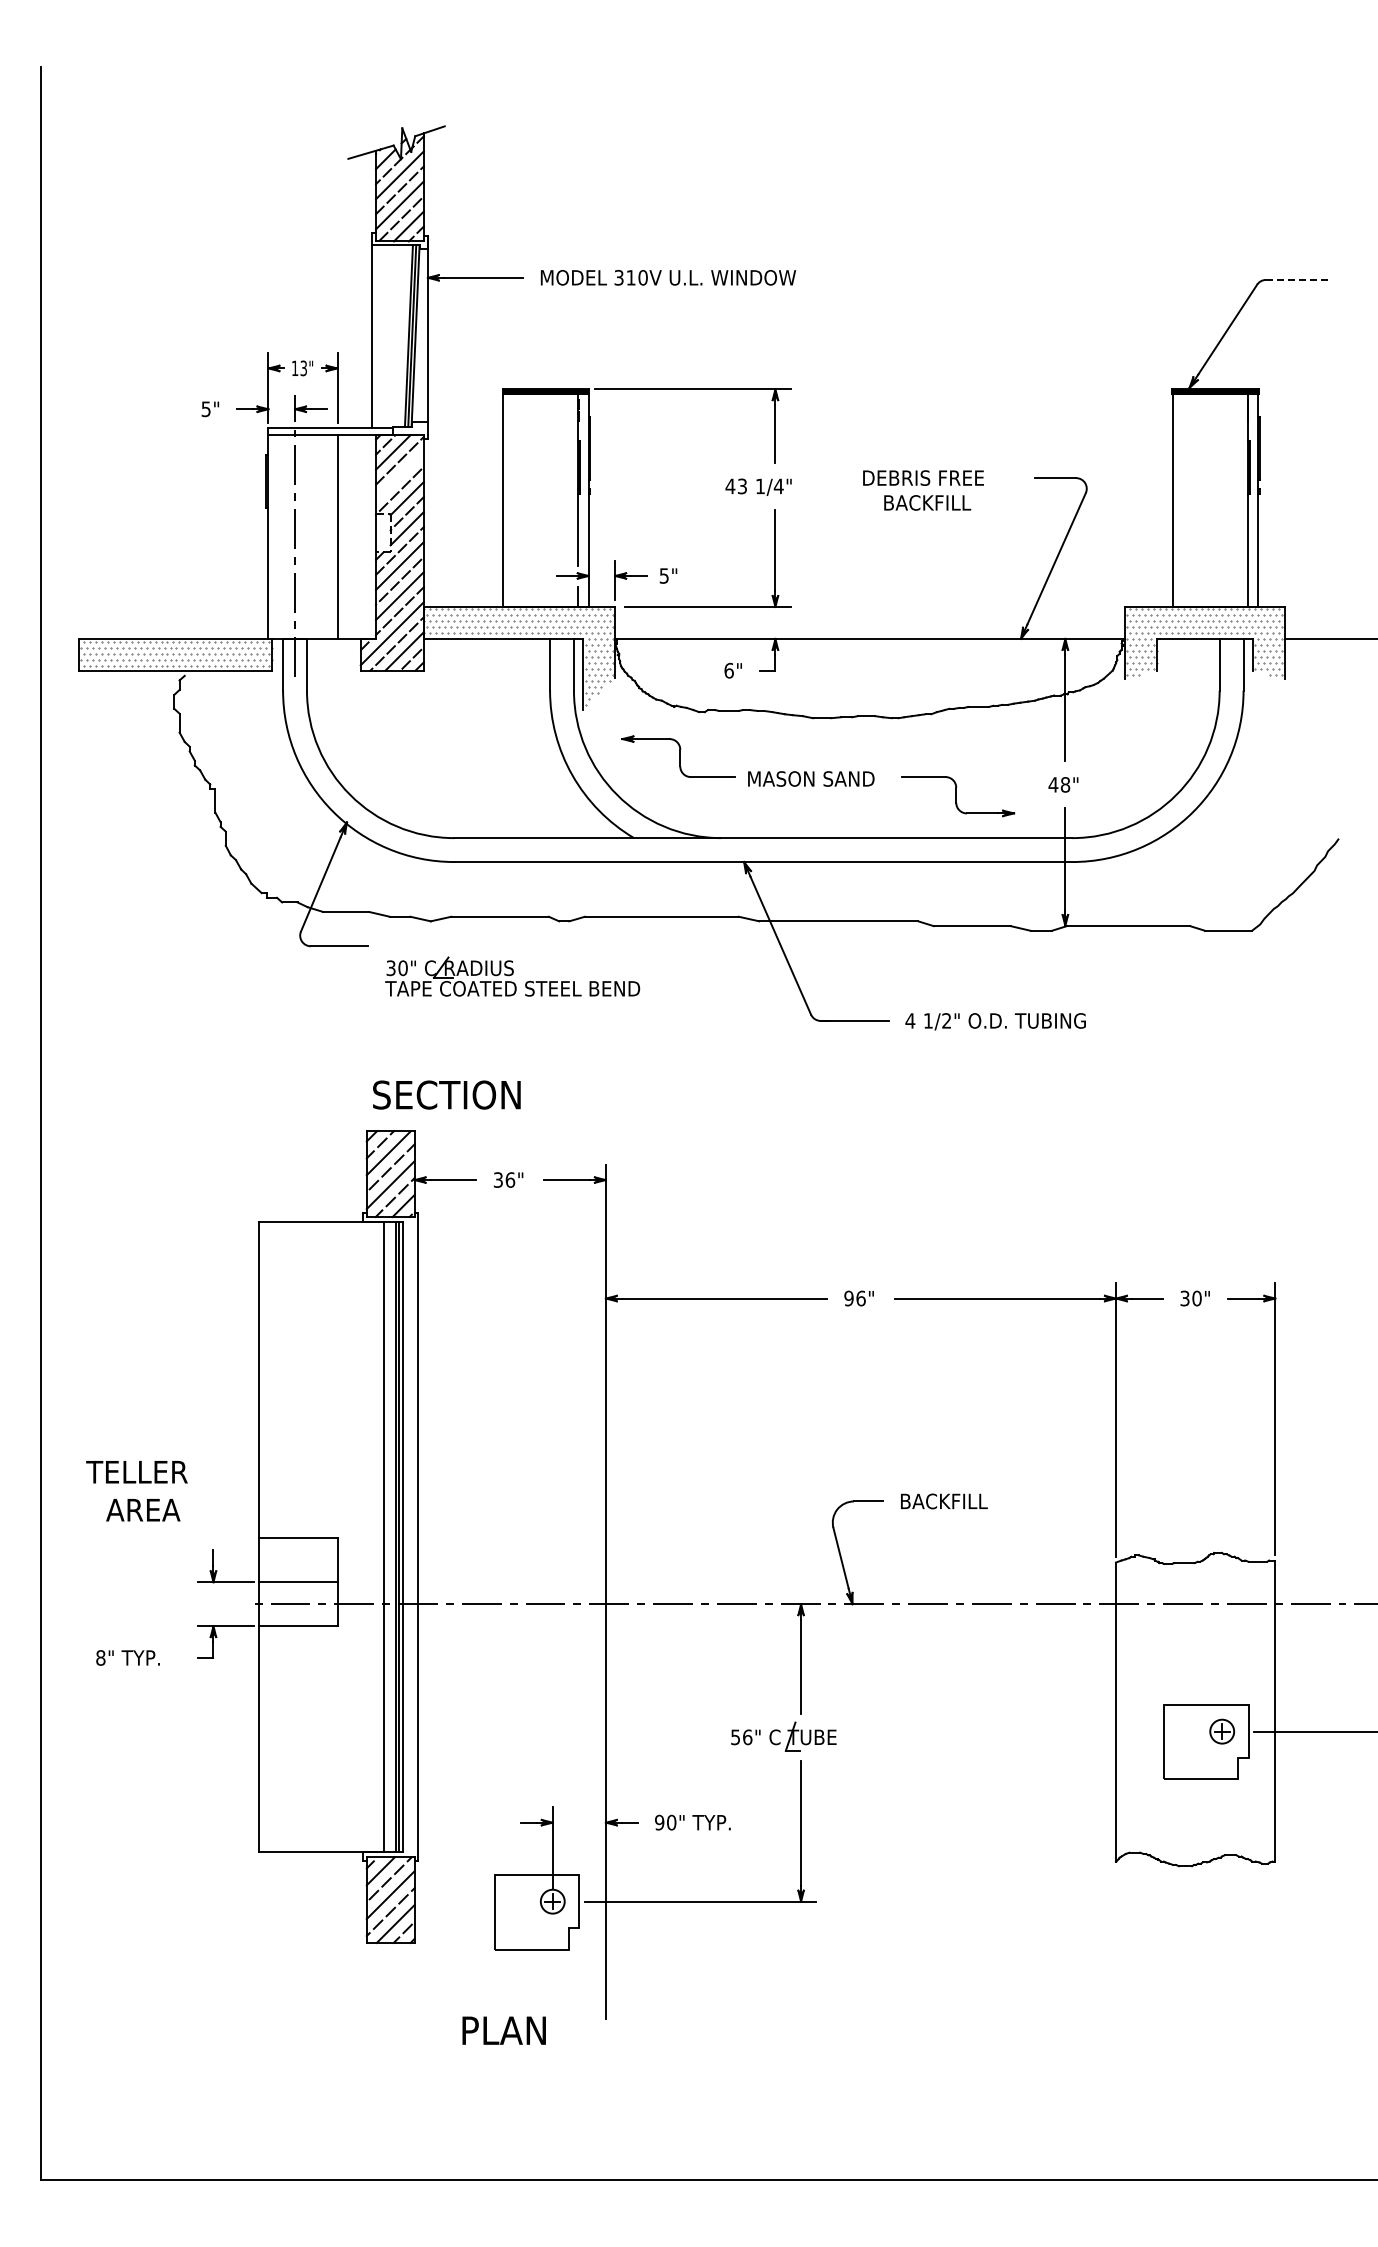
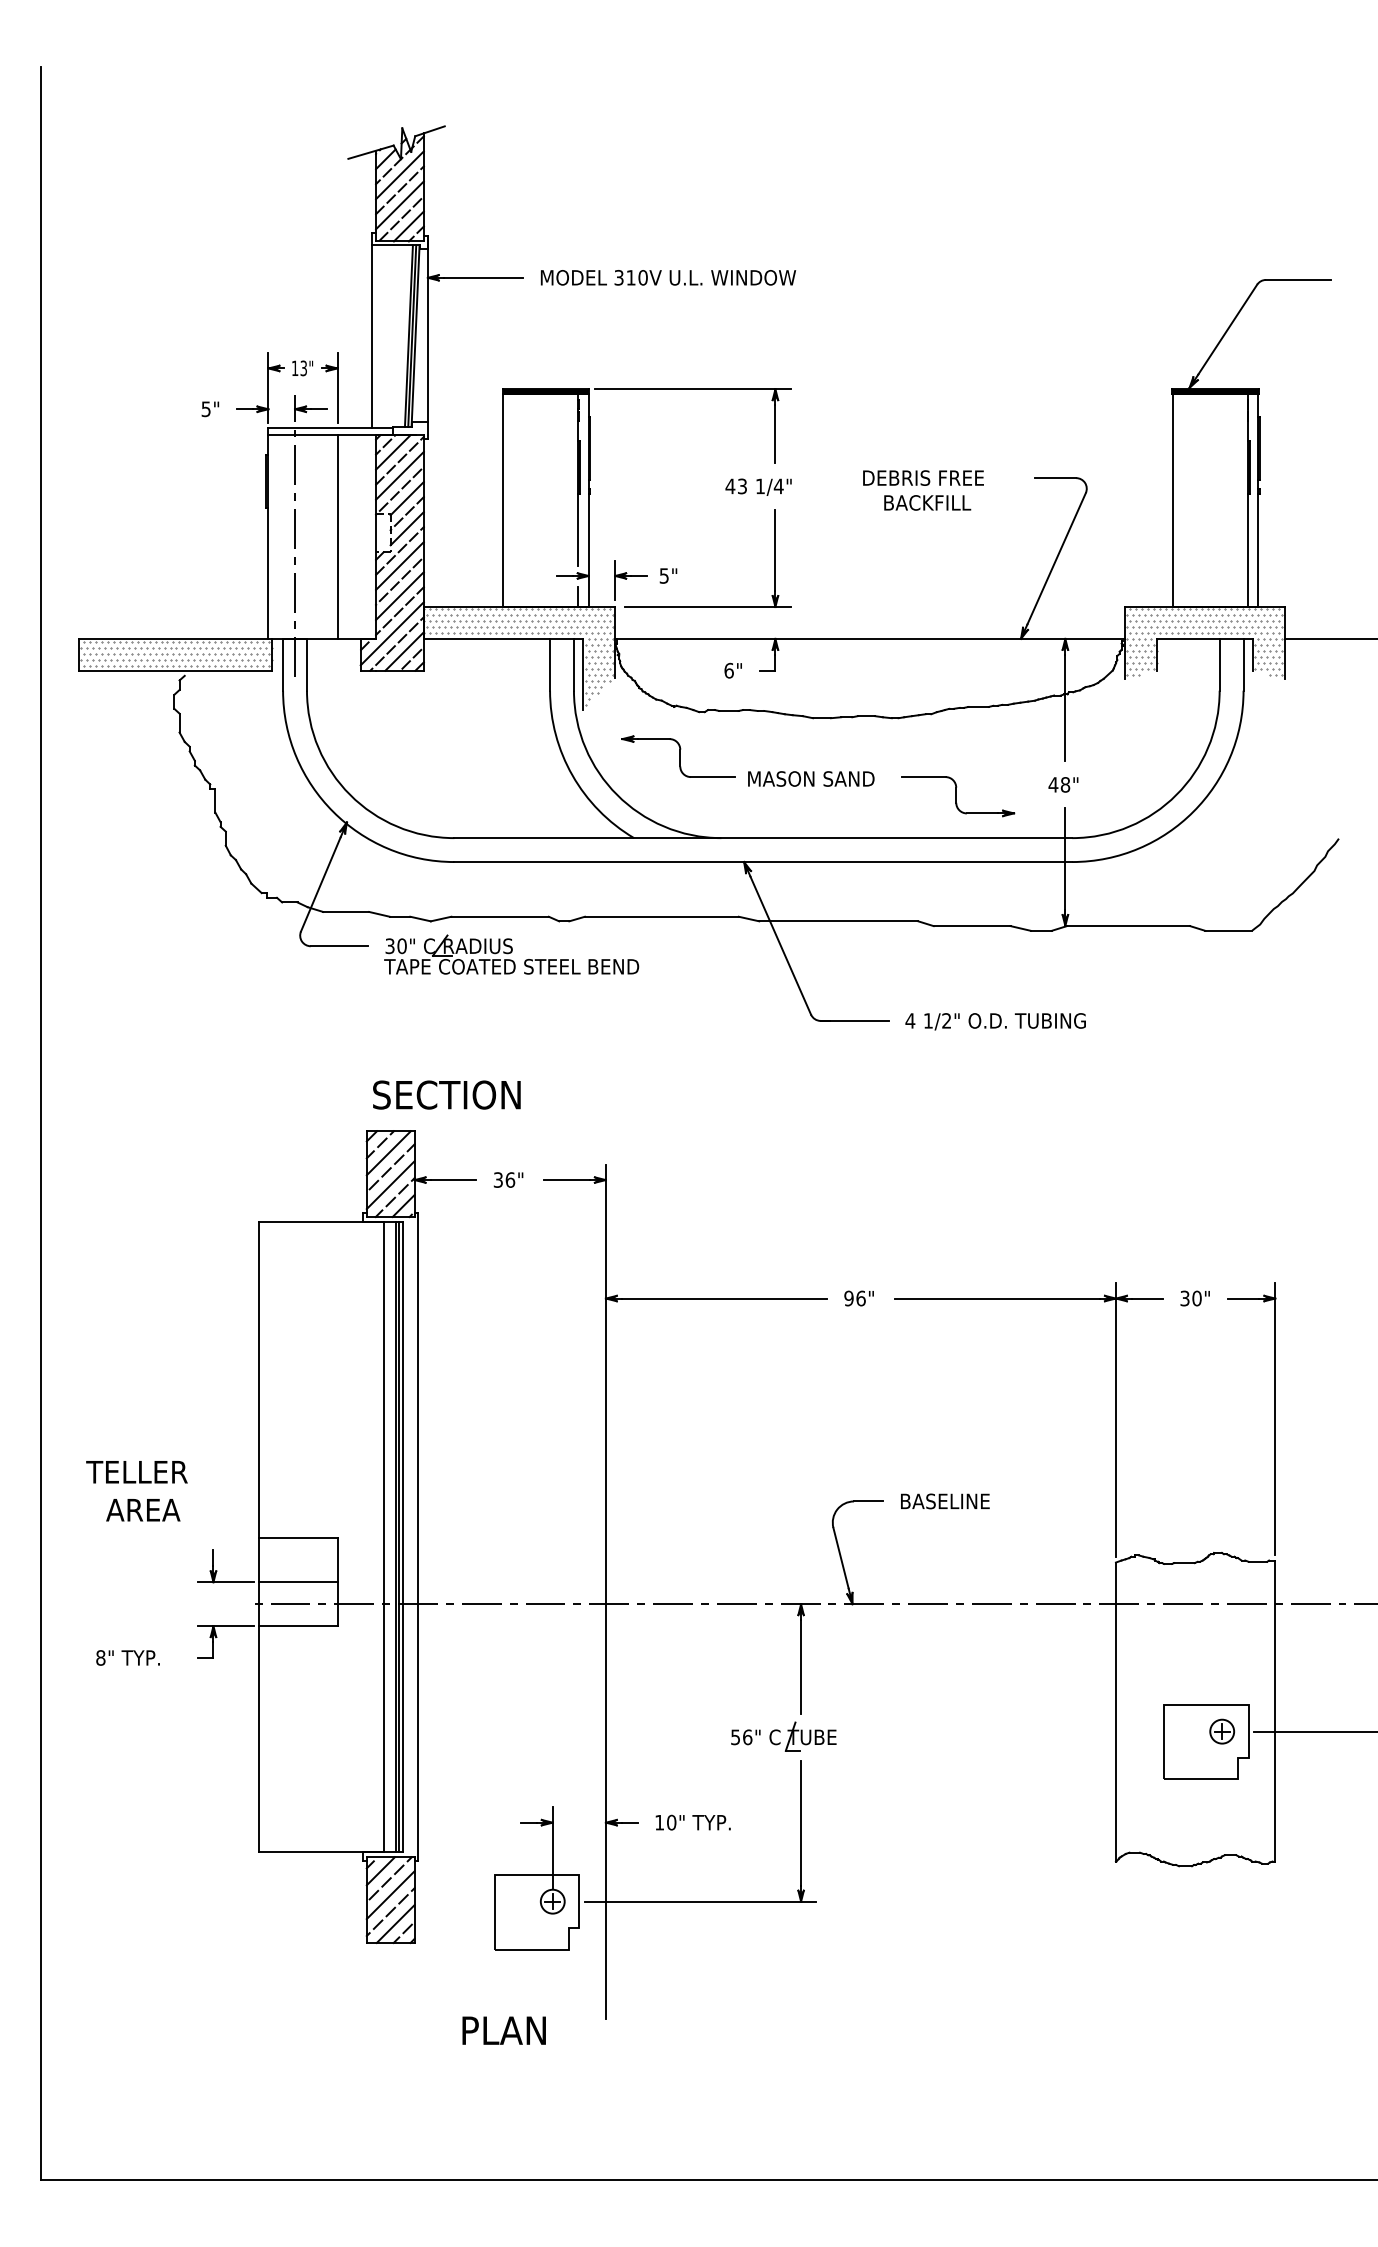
line at (1299, 279): dashed -> solid
line at (399, 475): none -> present
part at (512, 976) position: (512, 976) -> (511, 954)
text at (957, 1501): BACKFILL -> BASELINE
text at (659, 1822): 90" -> 10"
